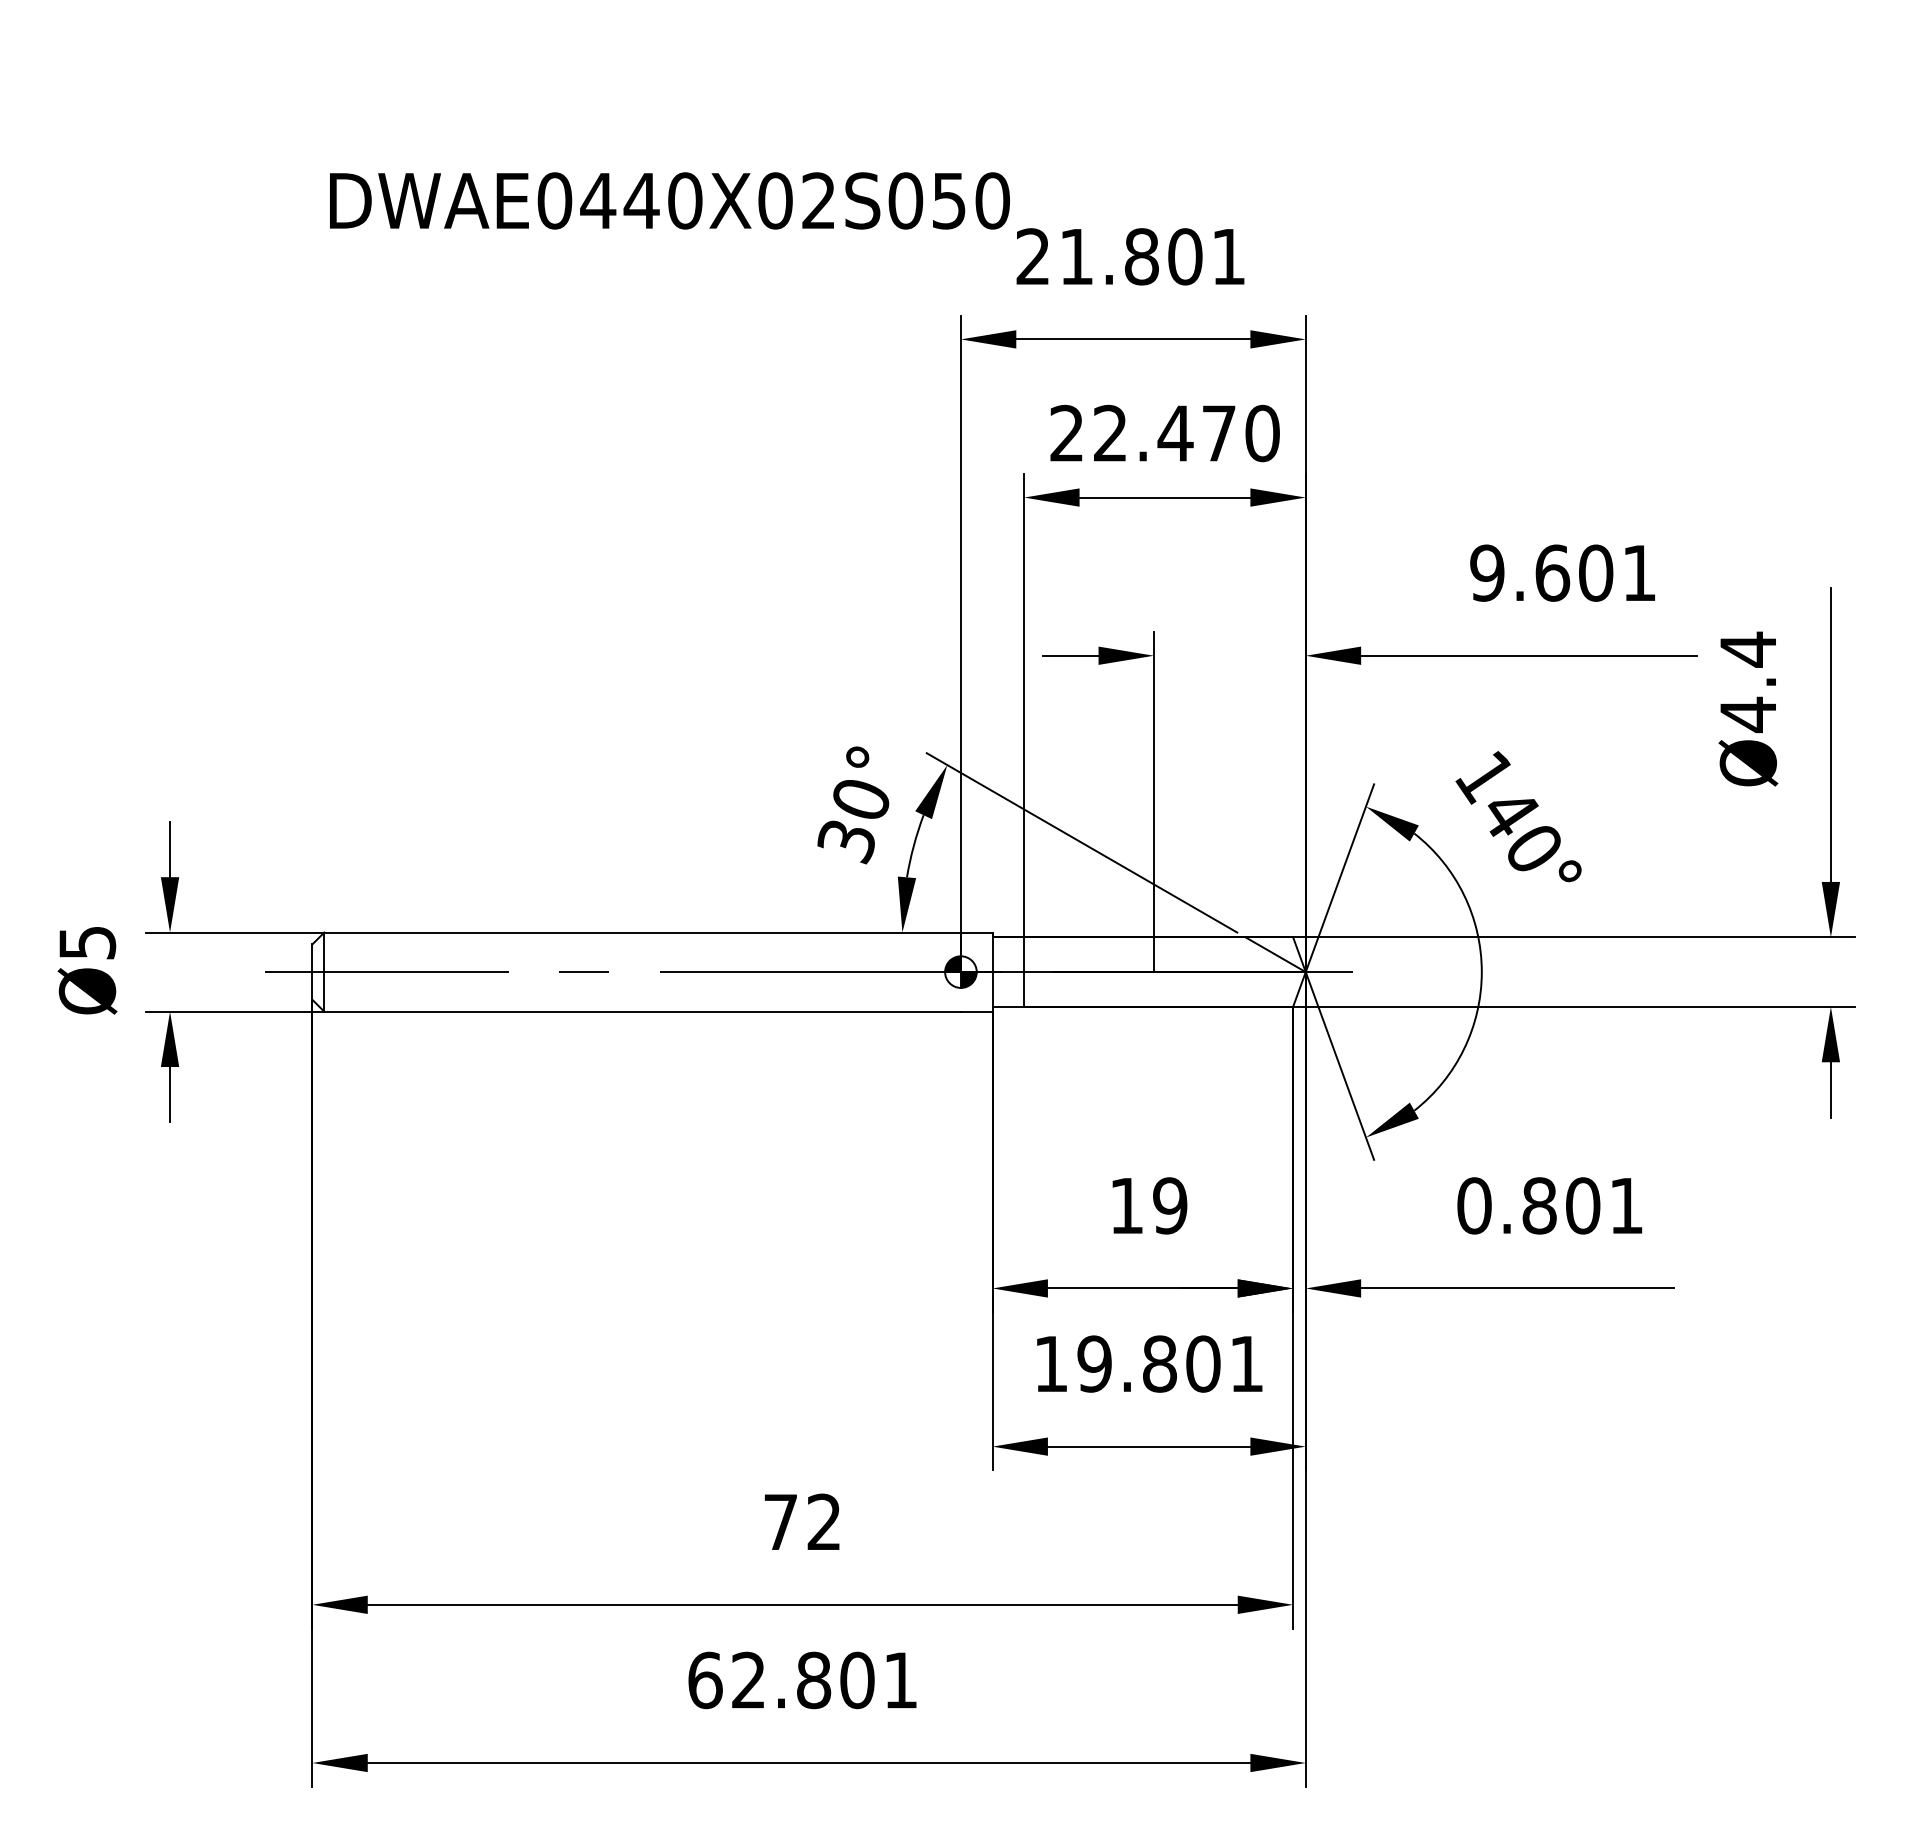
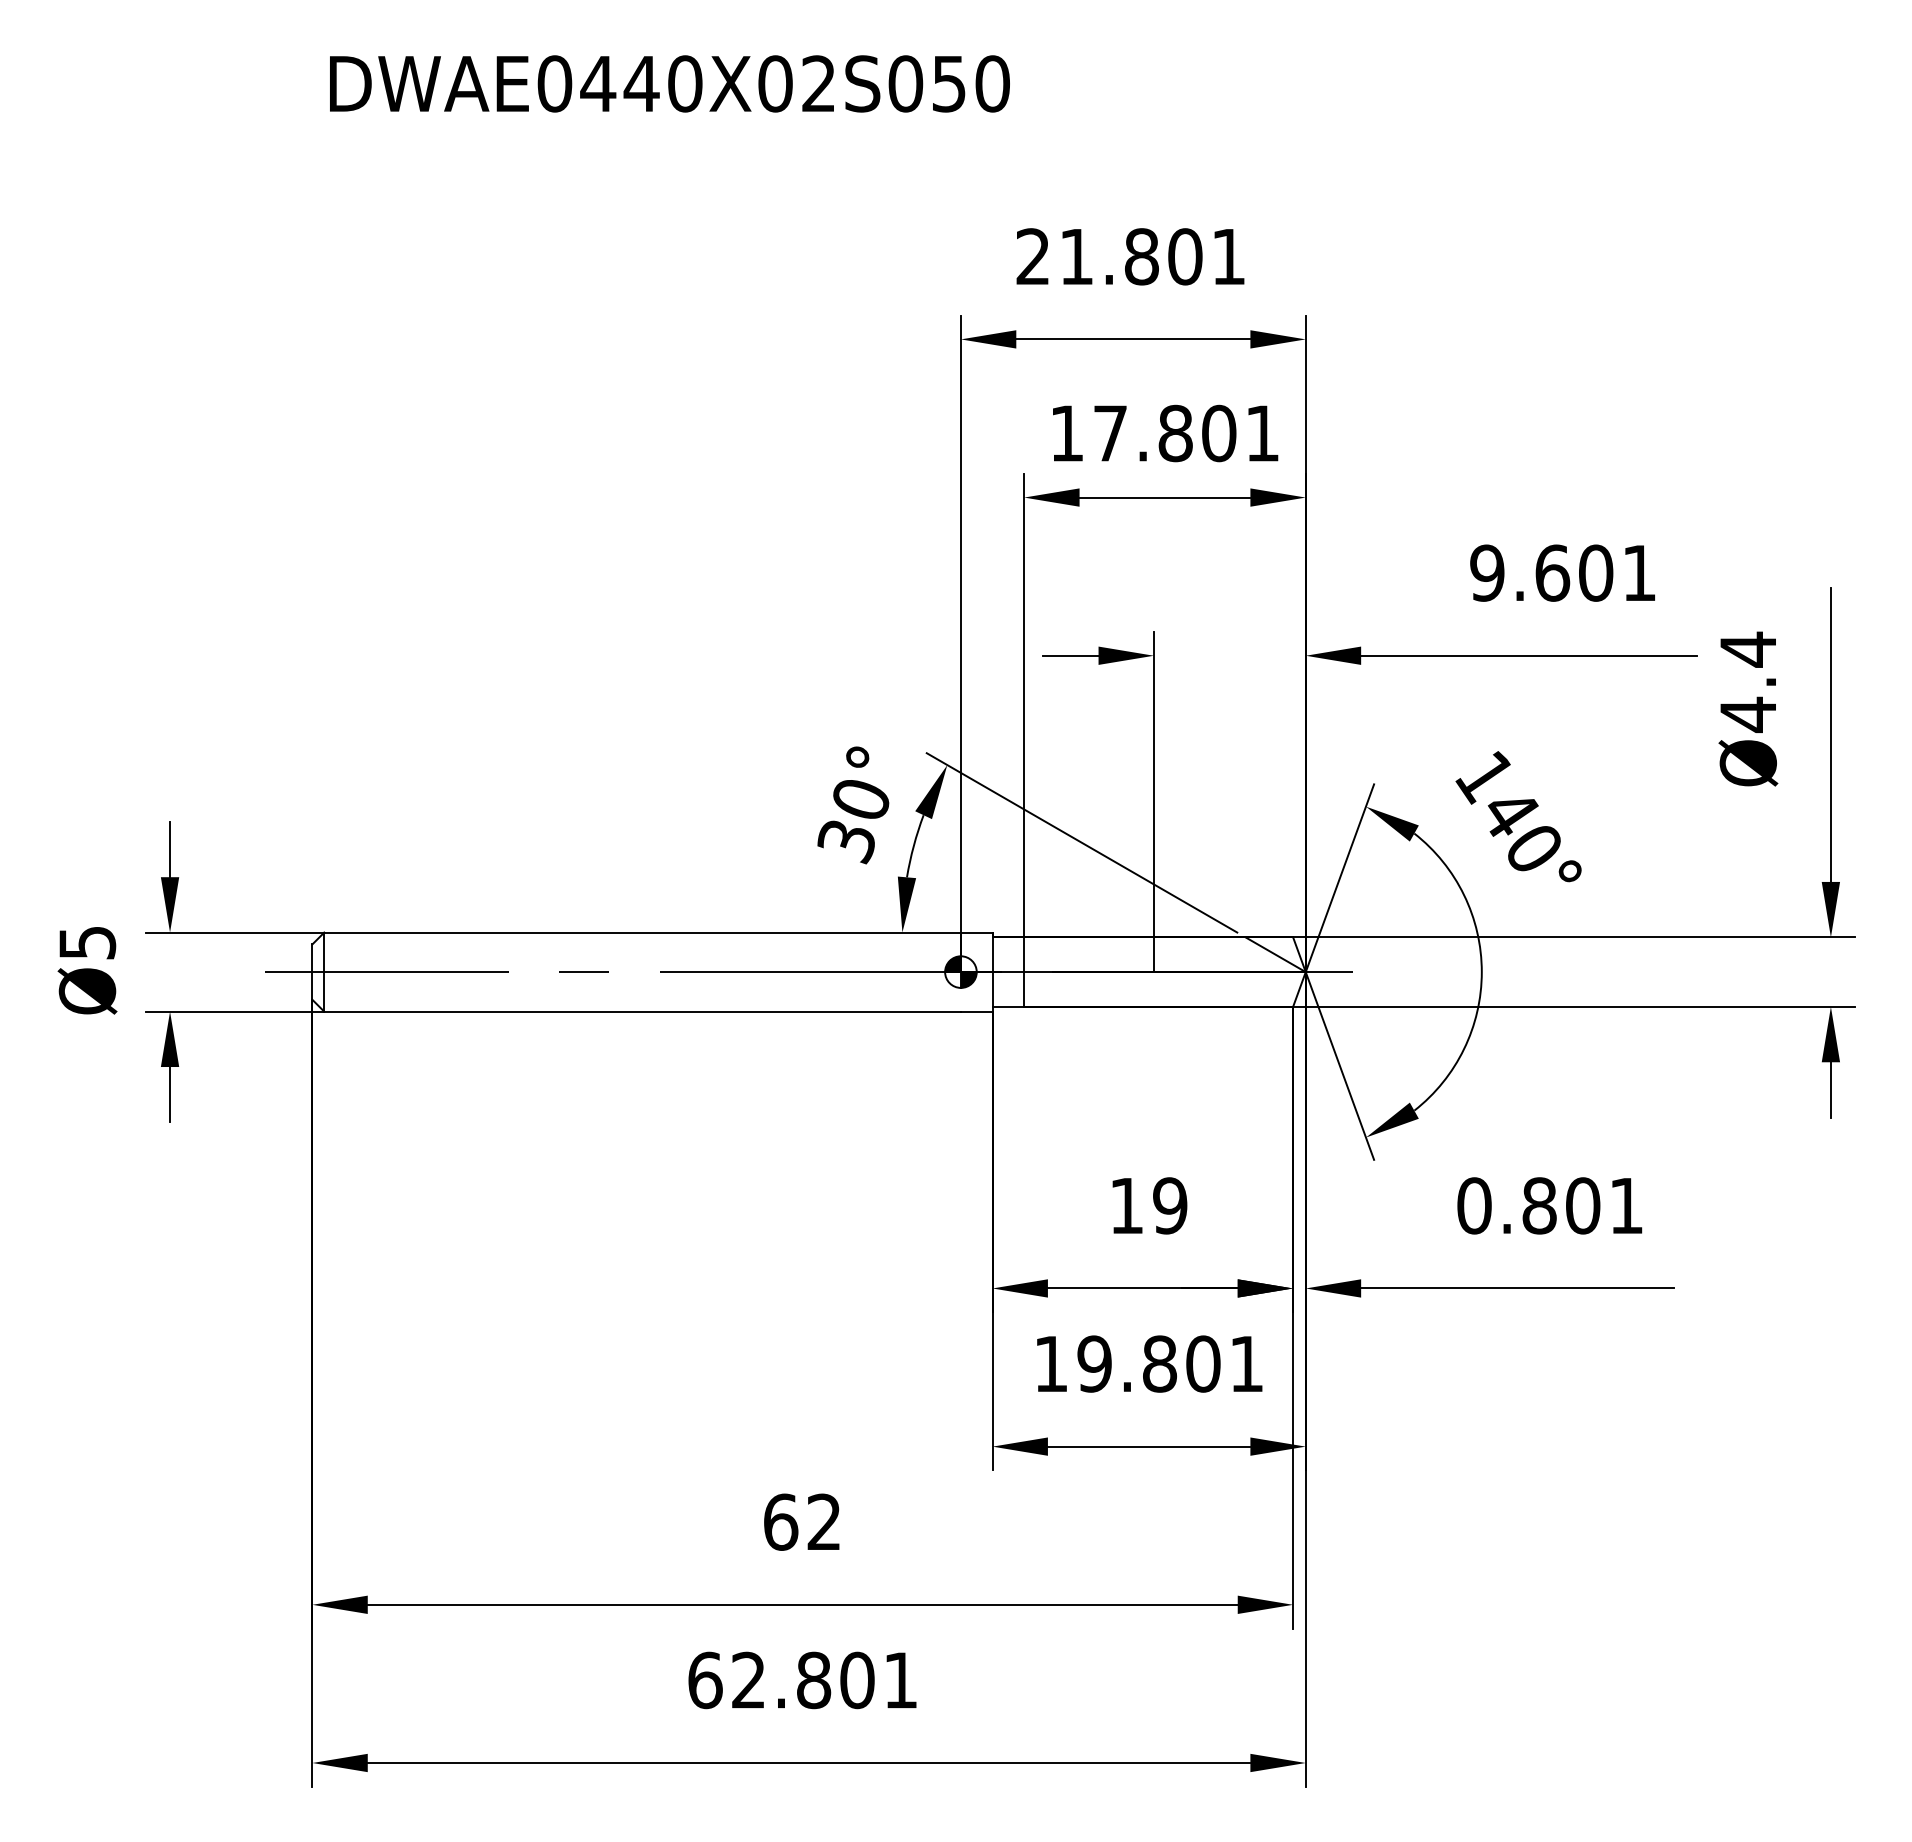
text at (669, 200) position: (669, 200) -> (669, 83)
text at (1164, 433): 22.470 -> 17.801
text at (781, 1521): 72 -> 62
